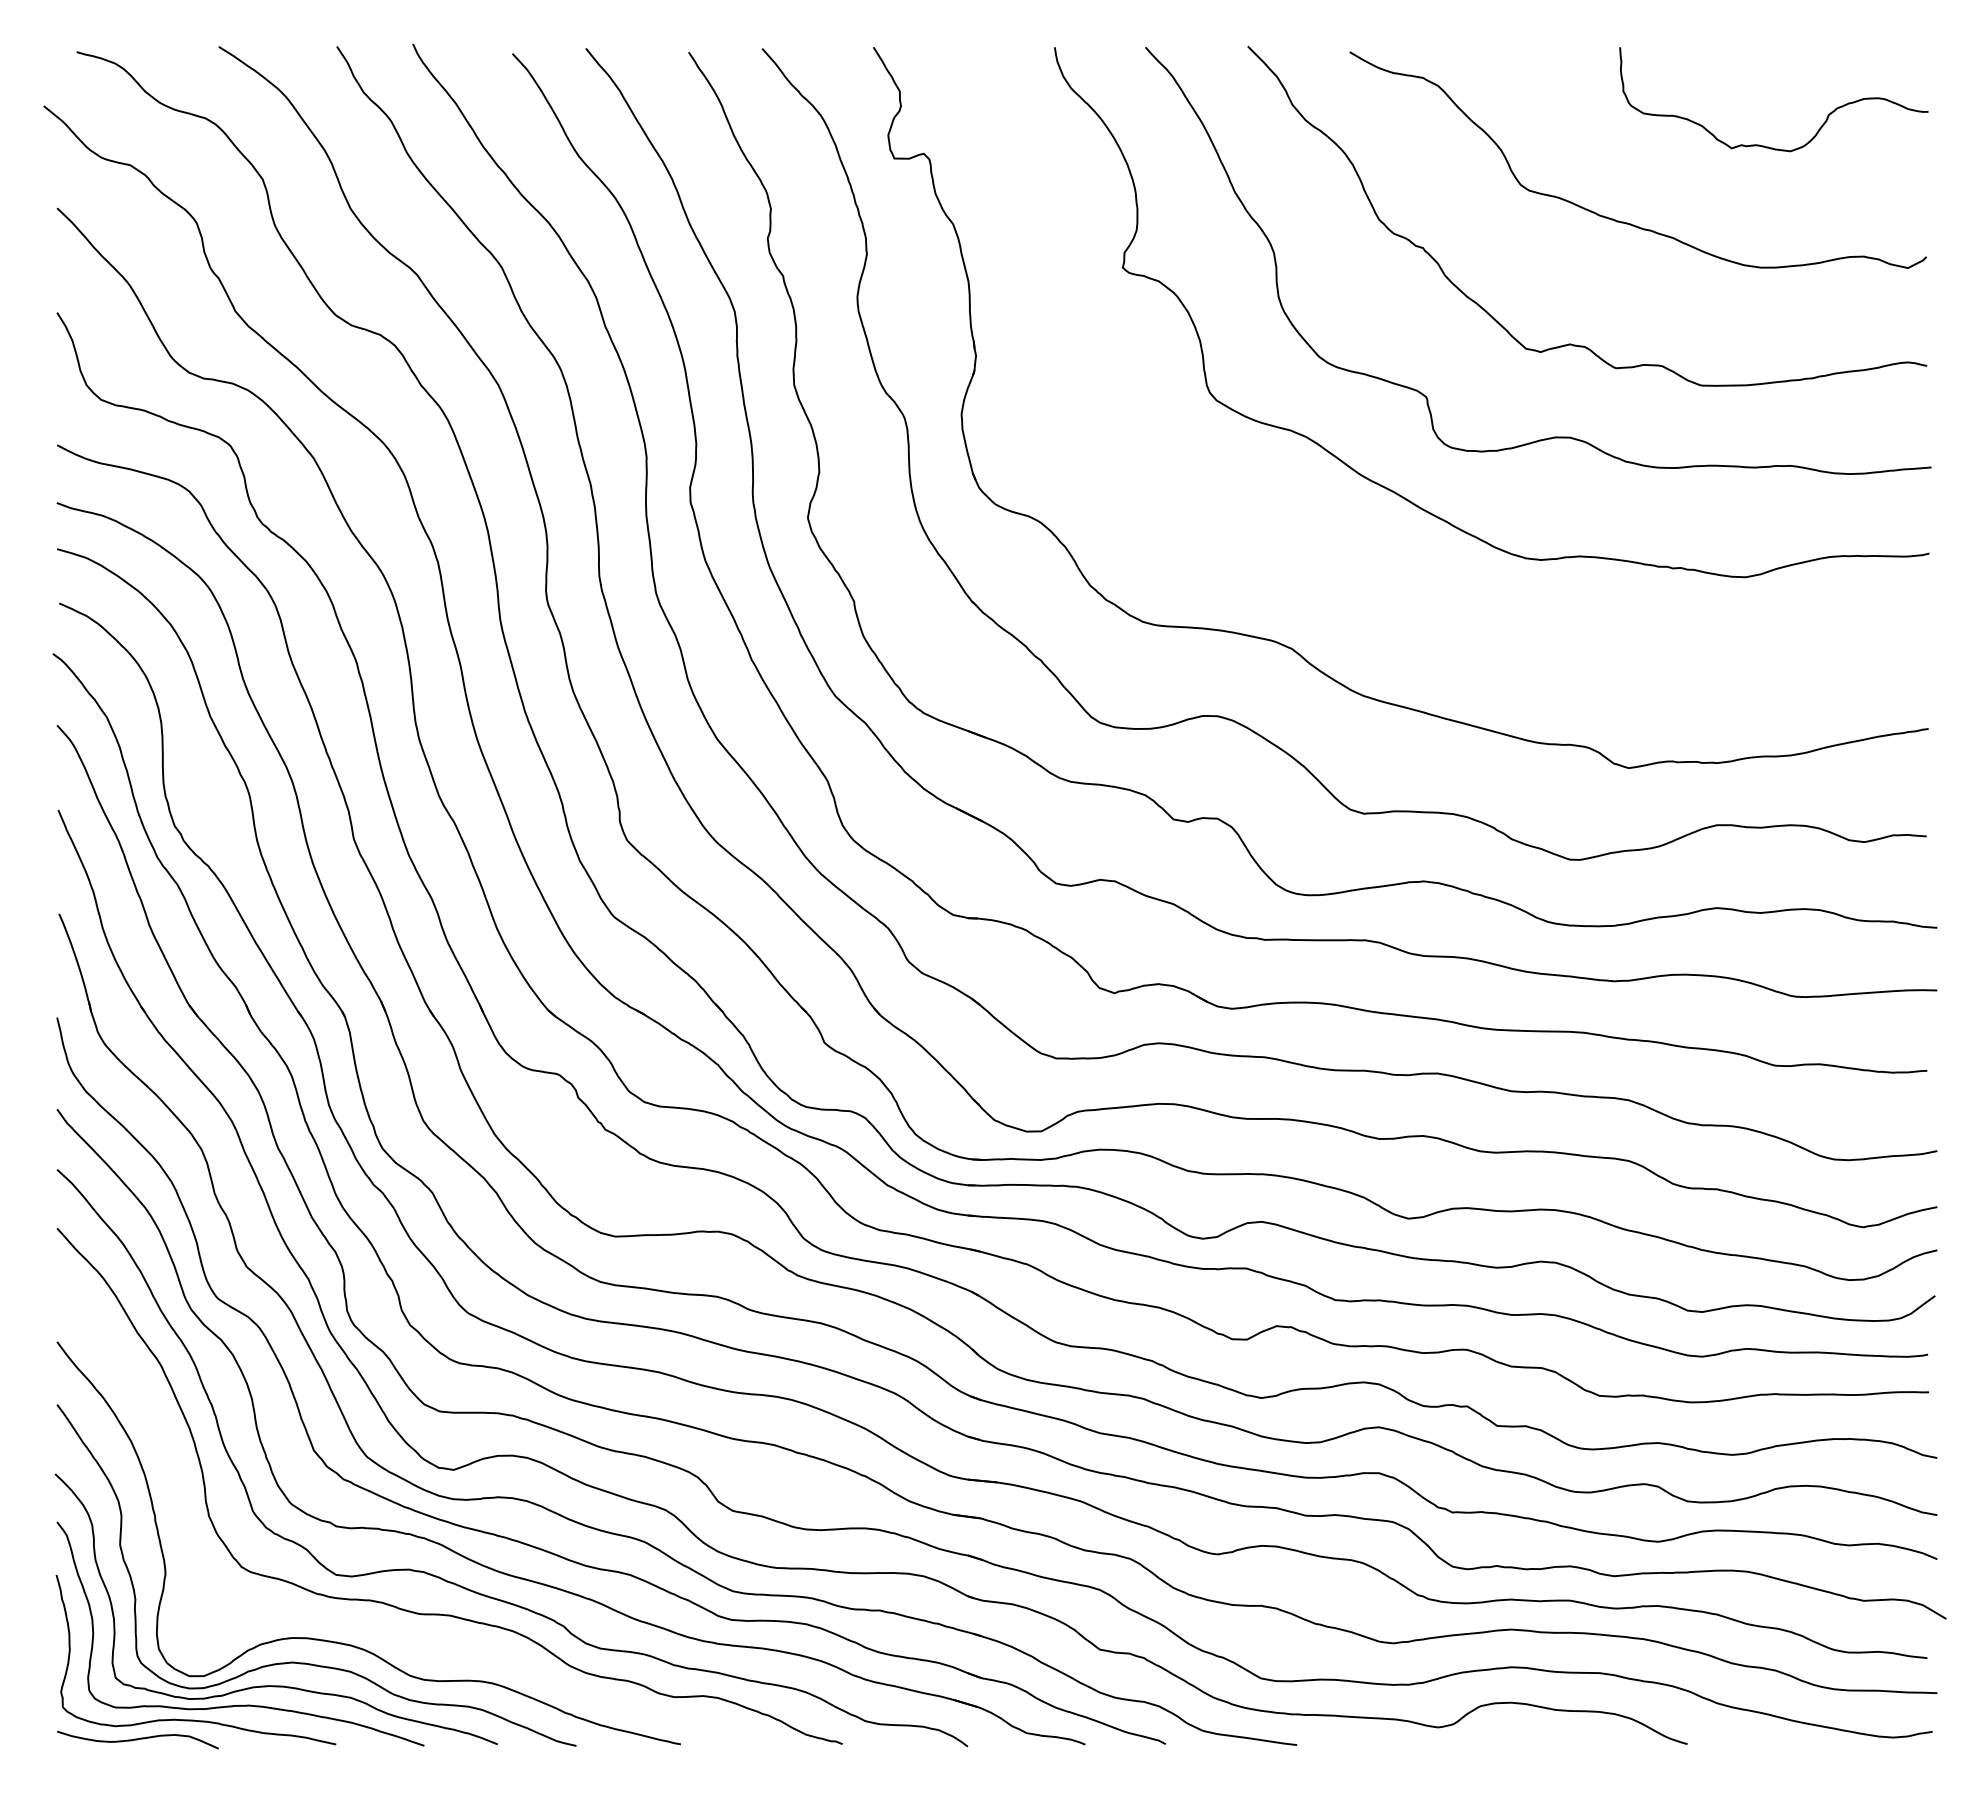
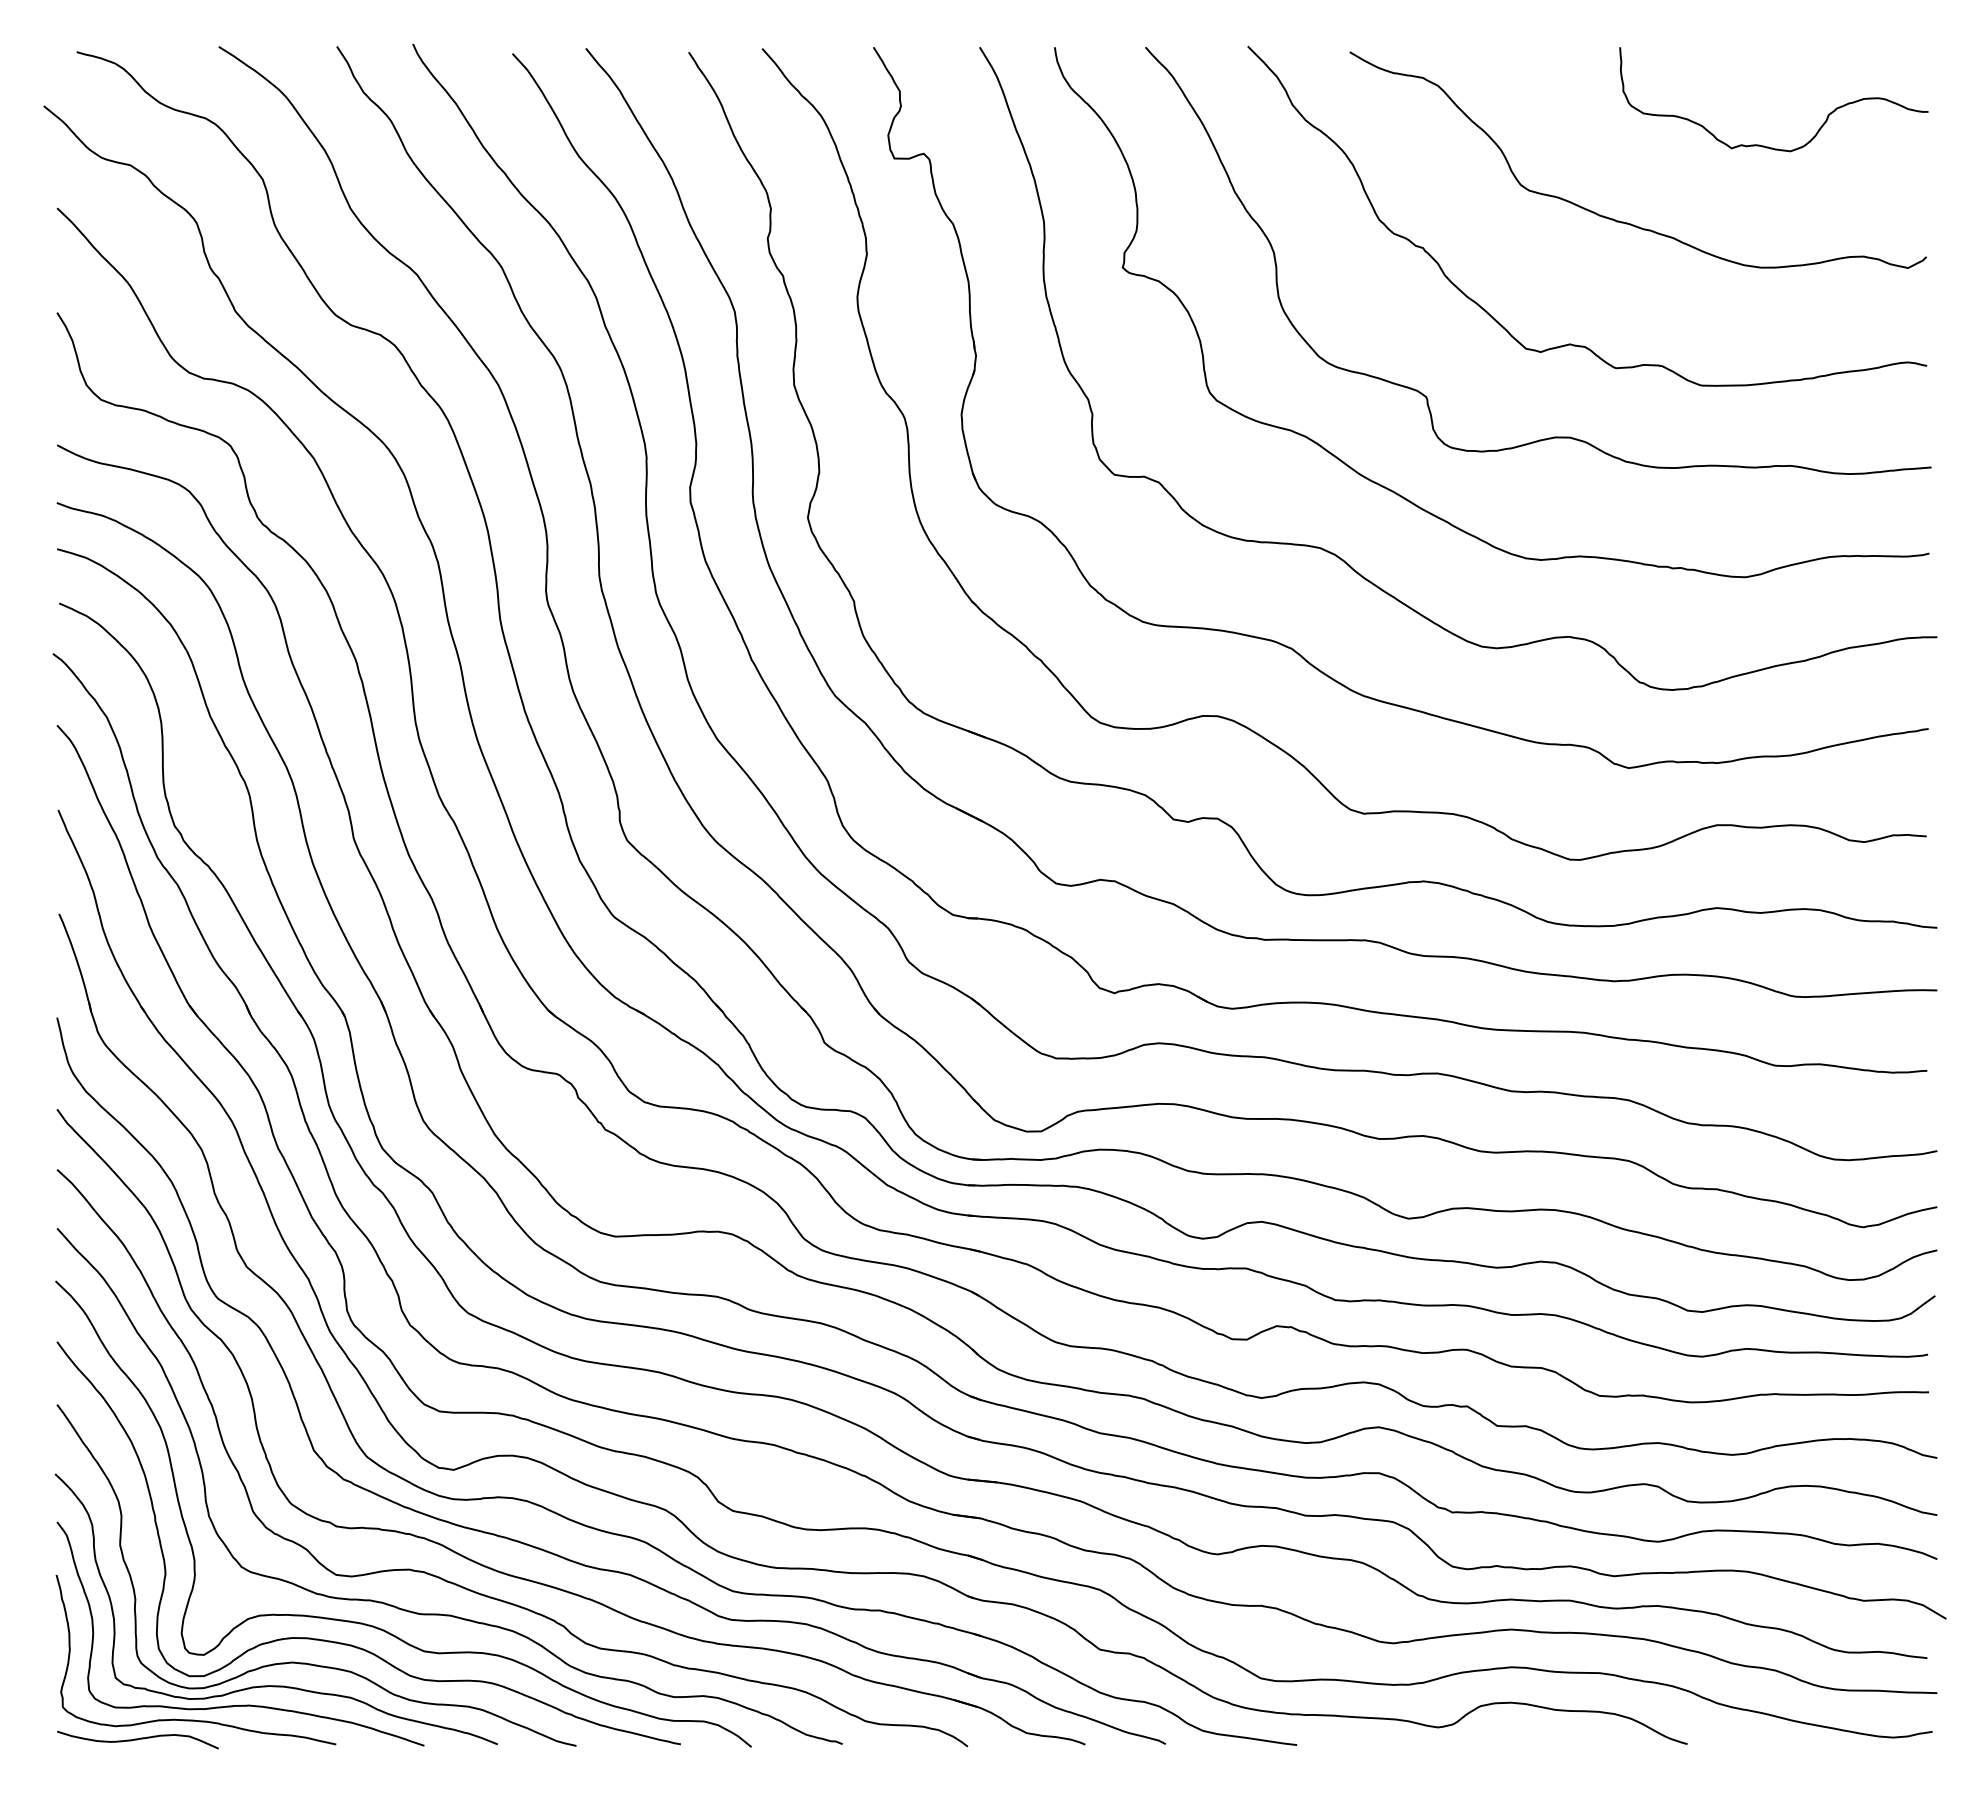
curve at (1336, 554): none -> present
curve at (373, 1625): none -> present
